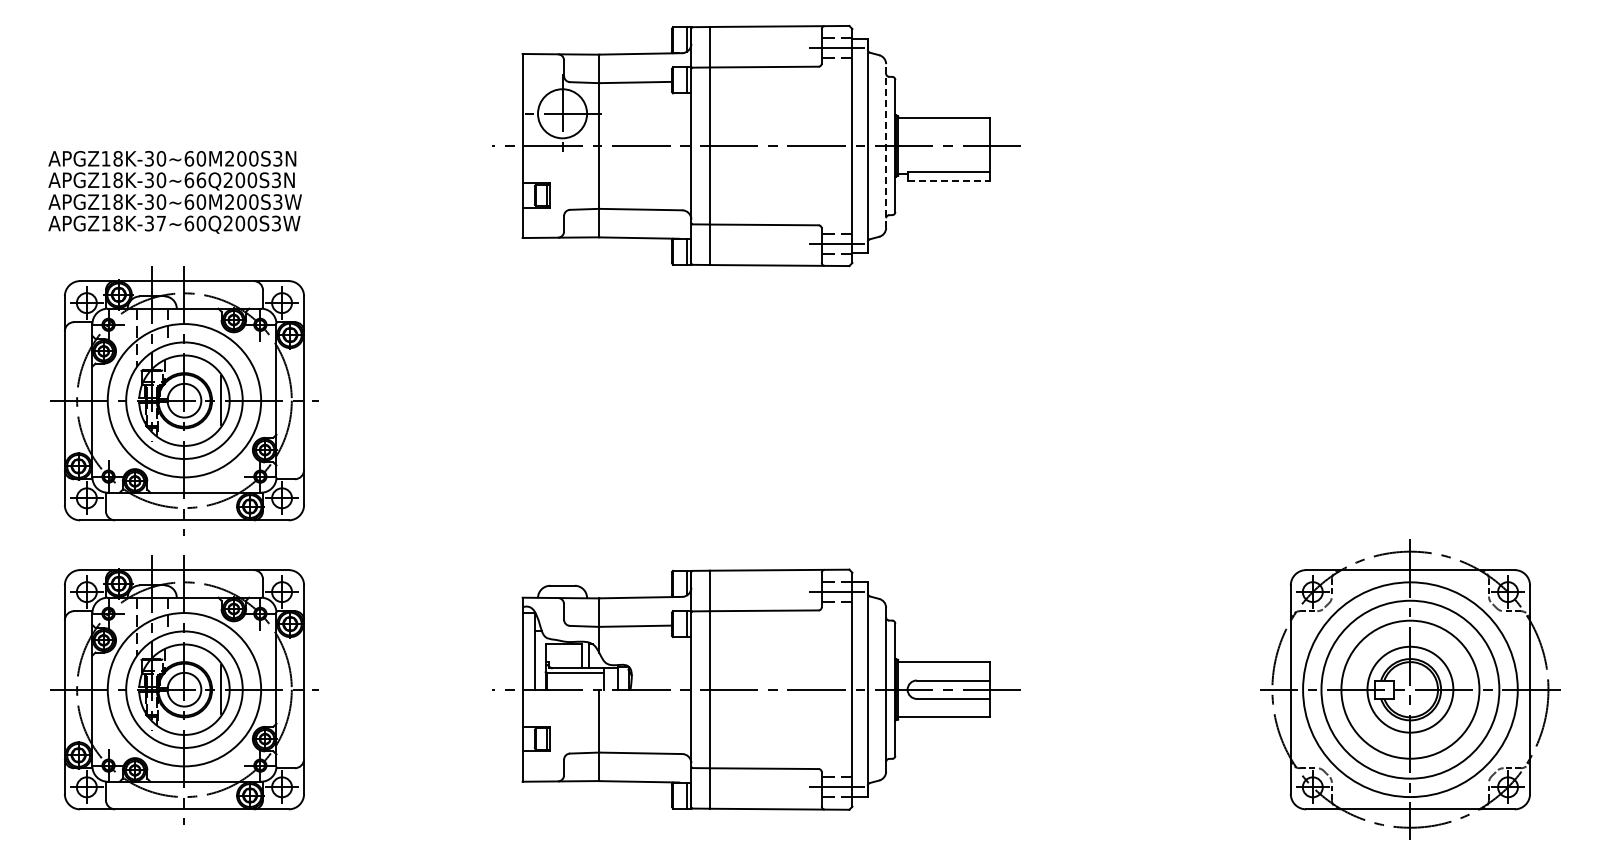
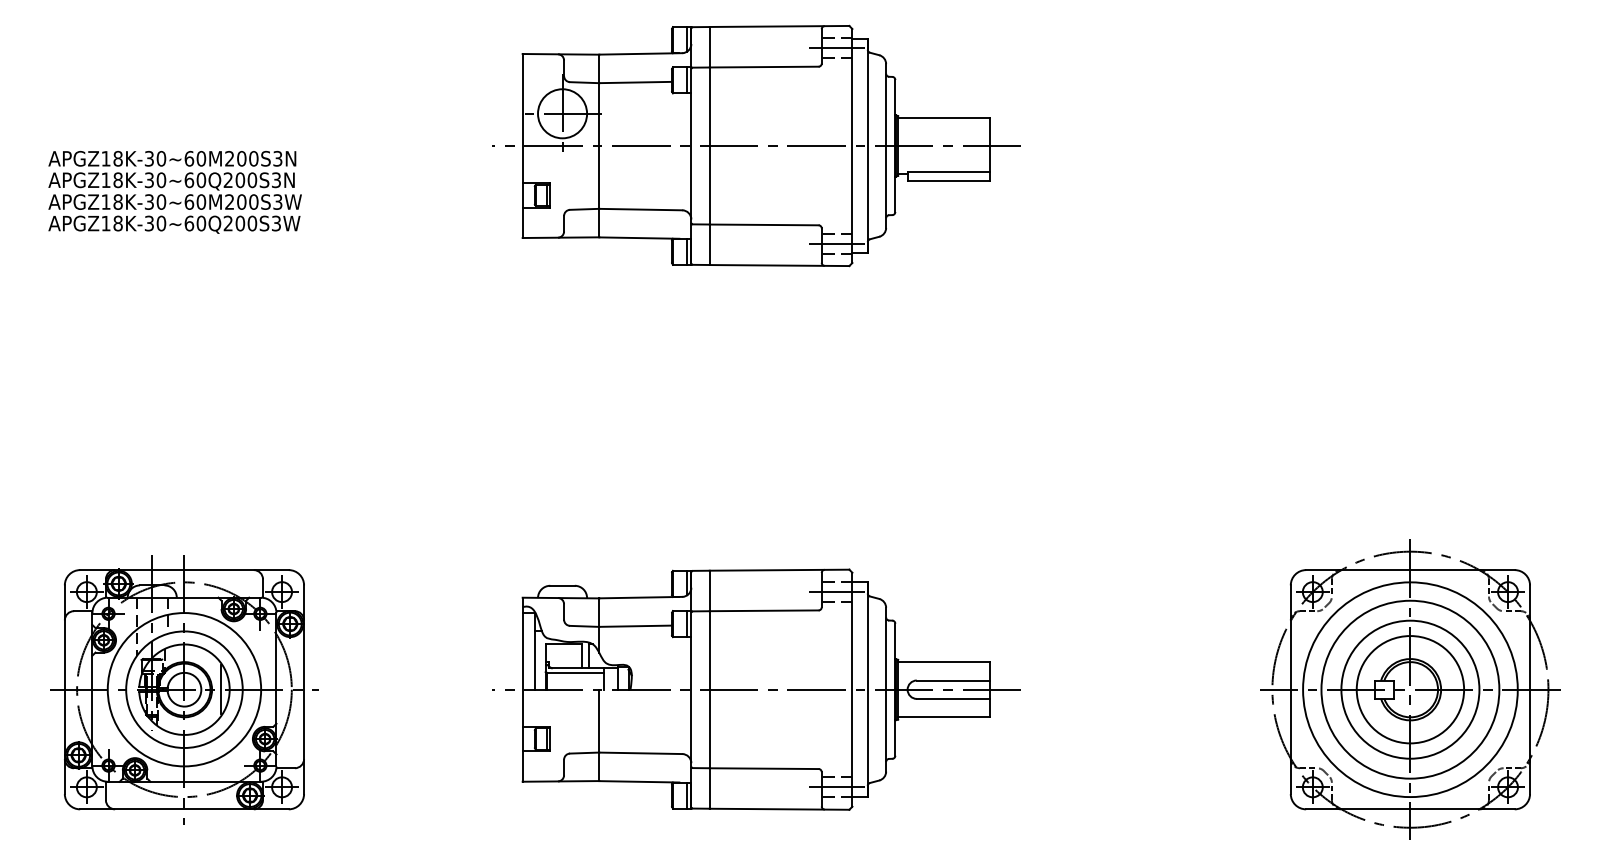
line at (886, 146): dashed -> solid
text at (201, 179): APGZ18K-30~66Q200S3N -> APGZ18K-30~60Q200S3N
line at (949, 181): dashed -> solid
text at (161, 223): APGZ18K-37~60Q200S3W -> APGZ18K-30~60Q200S3W
part at (184, 400): present -> none
circle at (1410, 689) diameter: 86 px -> 107 px
